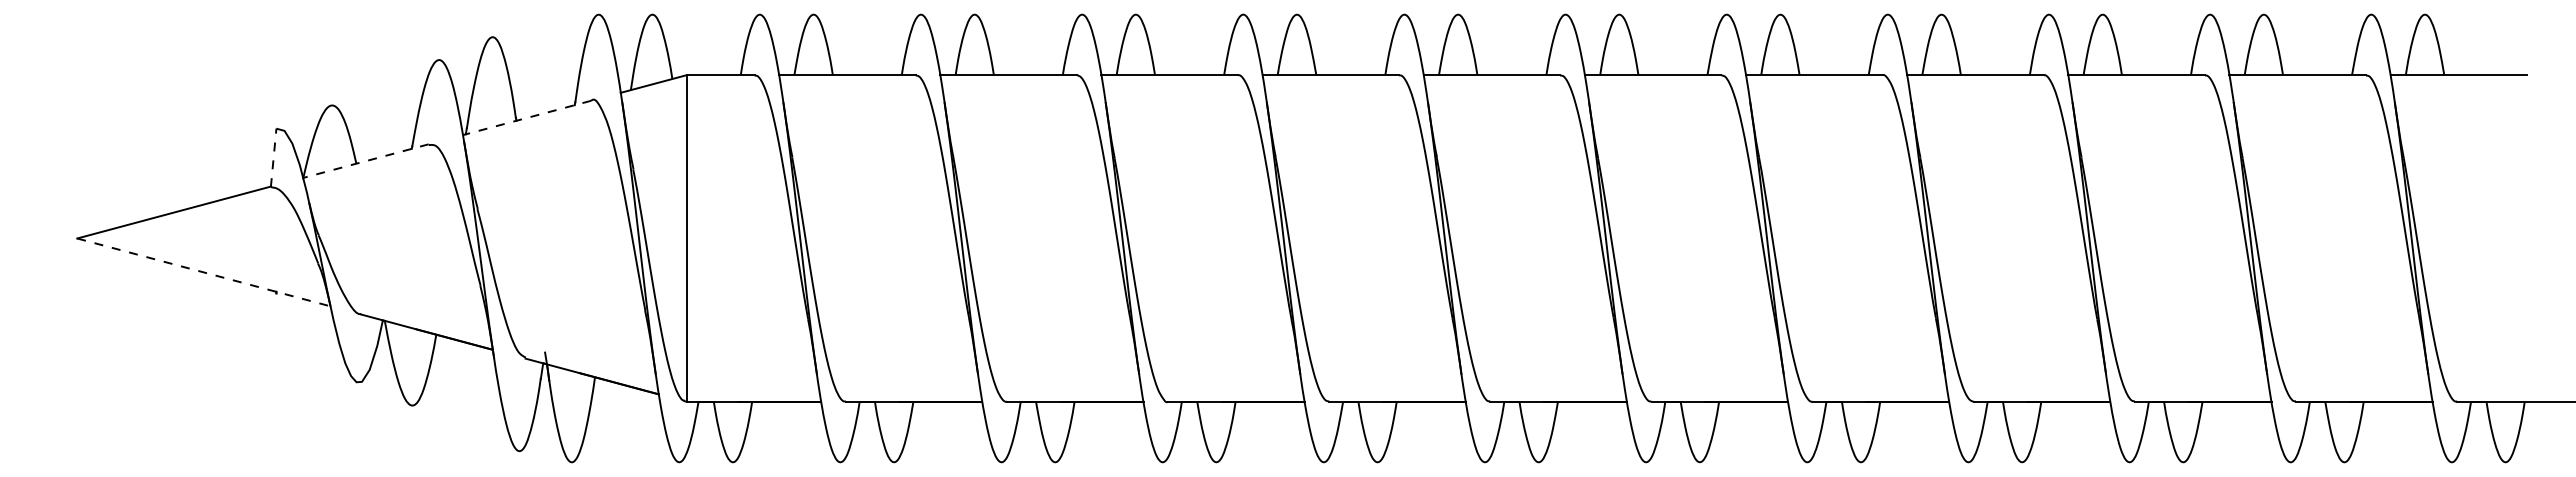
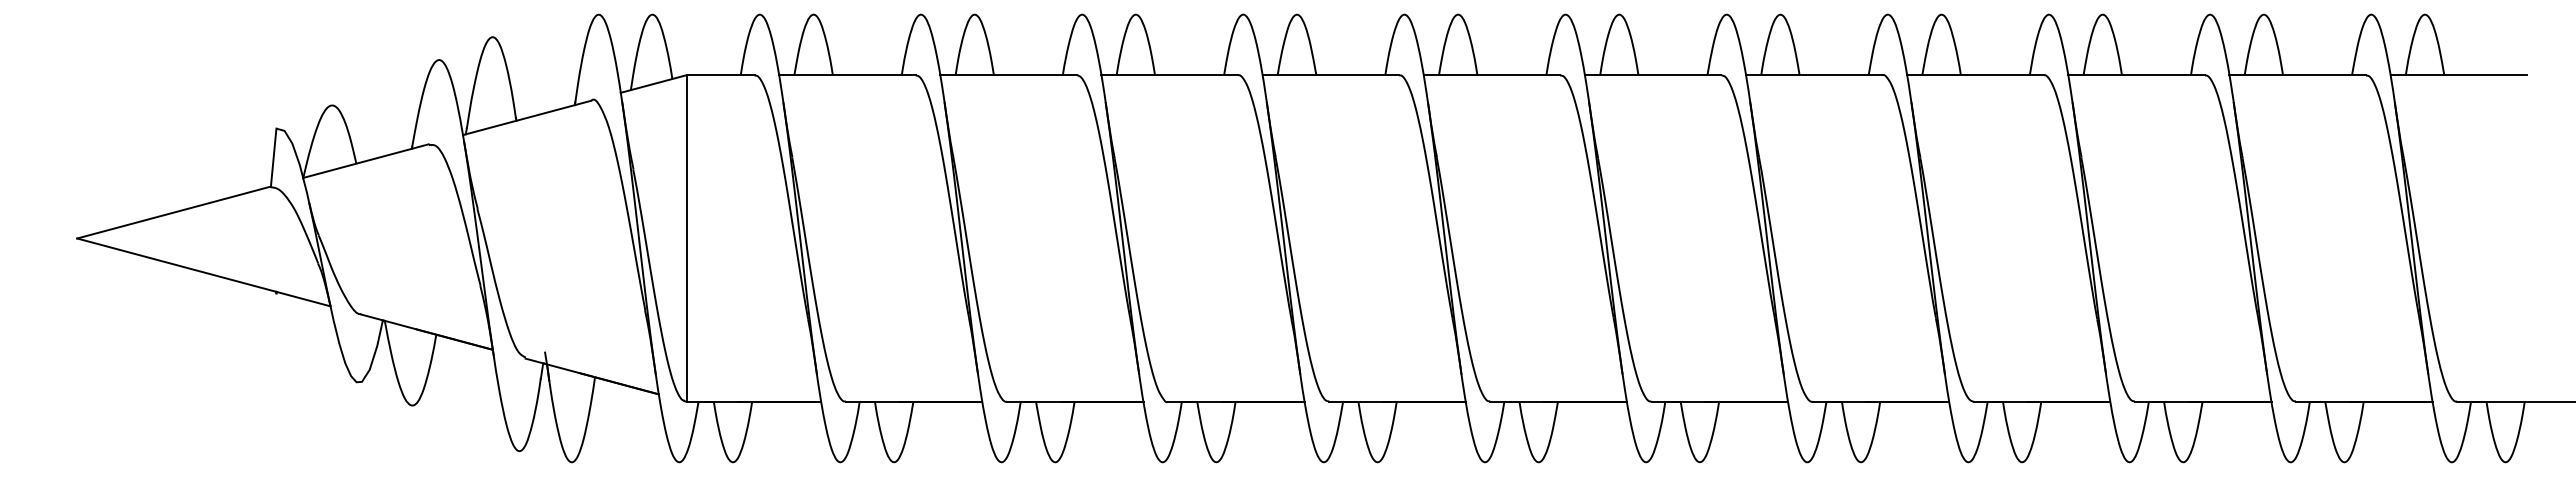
line at (526, 118): dashed -> solid
line at (273, 157): dashed -> solid
line at (365, 161): dashed -> solid
line at (204, 272): dashed -> solid
